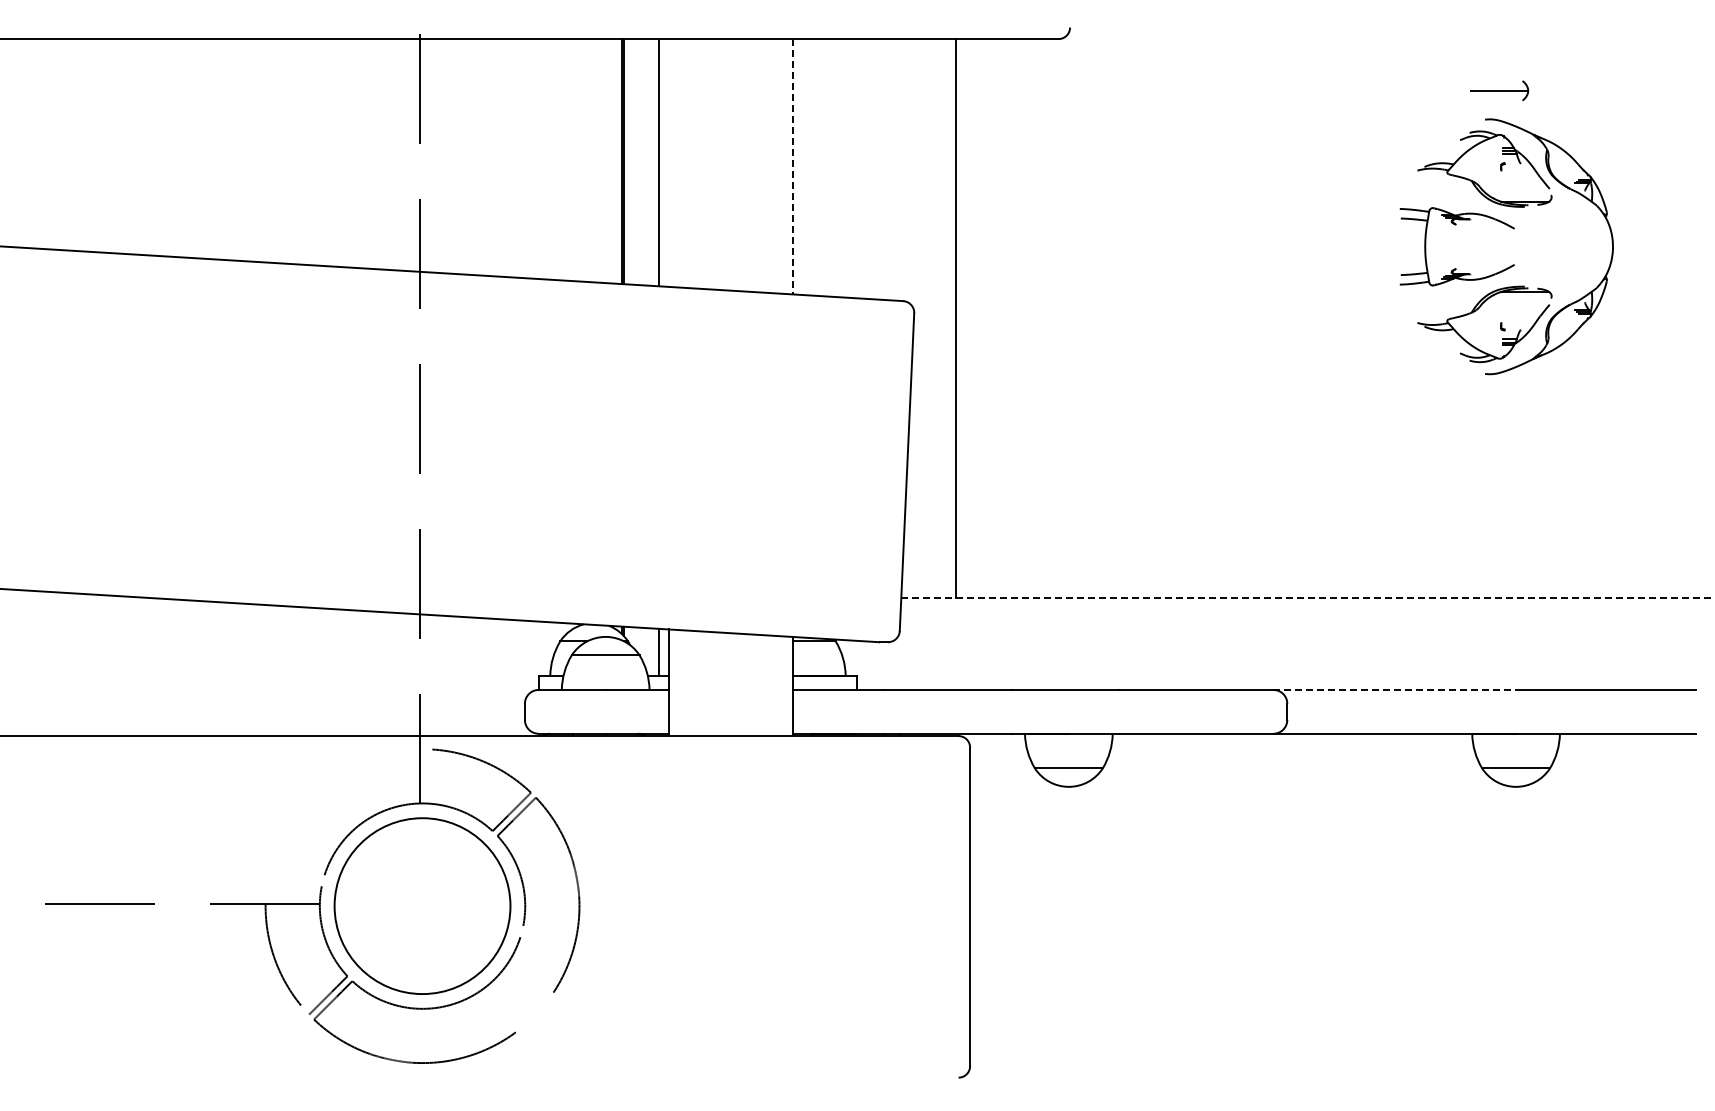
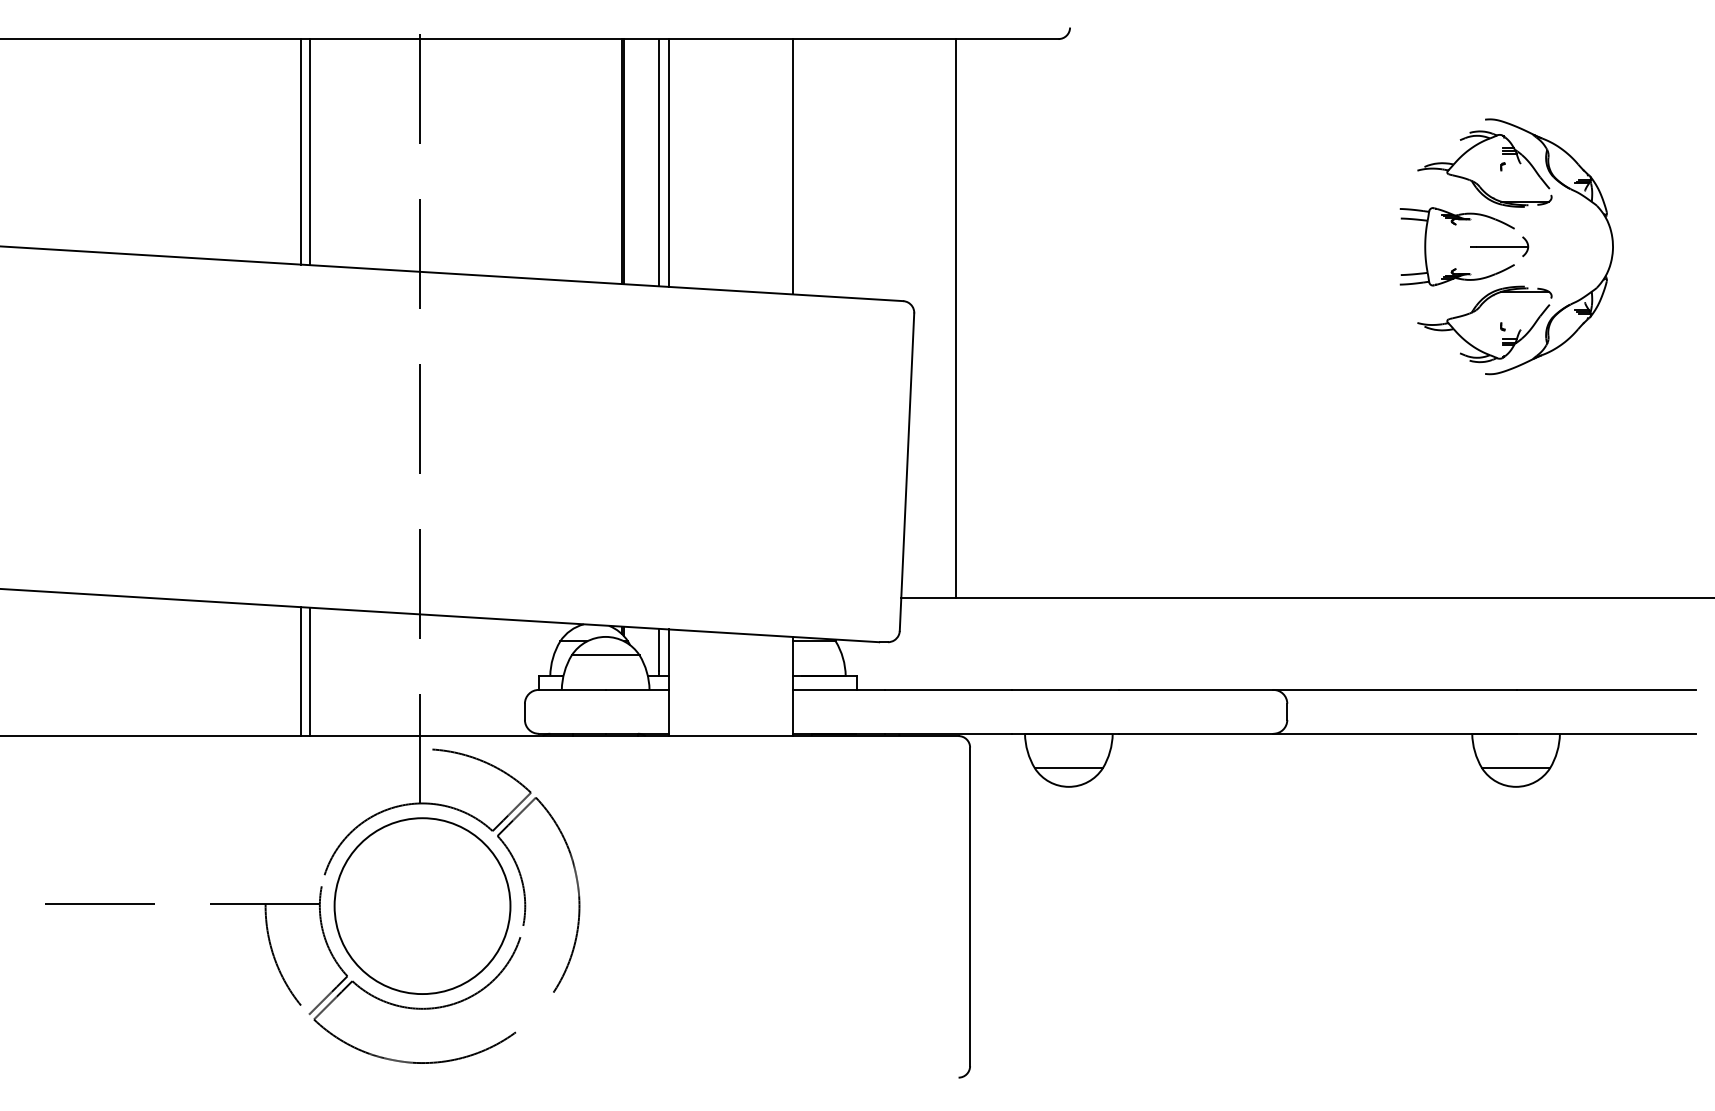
part at (1499, 90) position: (1499, 90) -> (1499, 246)
line at (301, 151): none -> present
line at (310, 152): none -> present
line at (669, 162): none -> present
line at (793, 166): dashed -> solid
line at (1308, 597): dashed -> solid
line at (301, 671): none -> present
line at (310, 671): none -> present
line at (1395, 689): dashed -> solid
